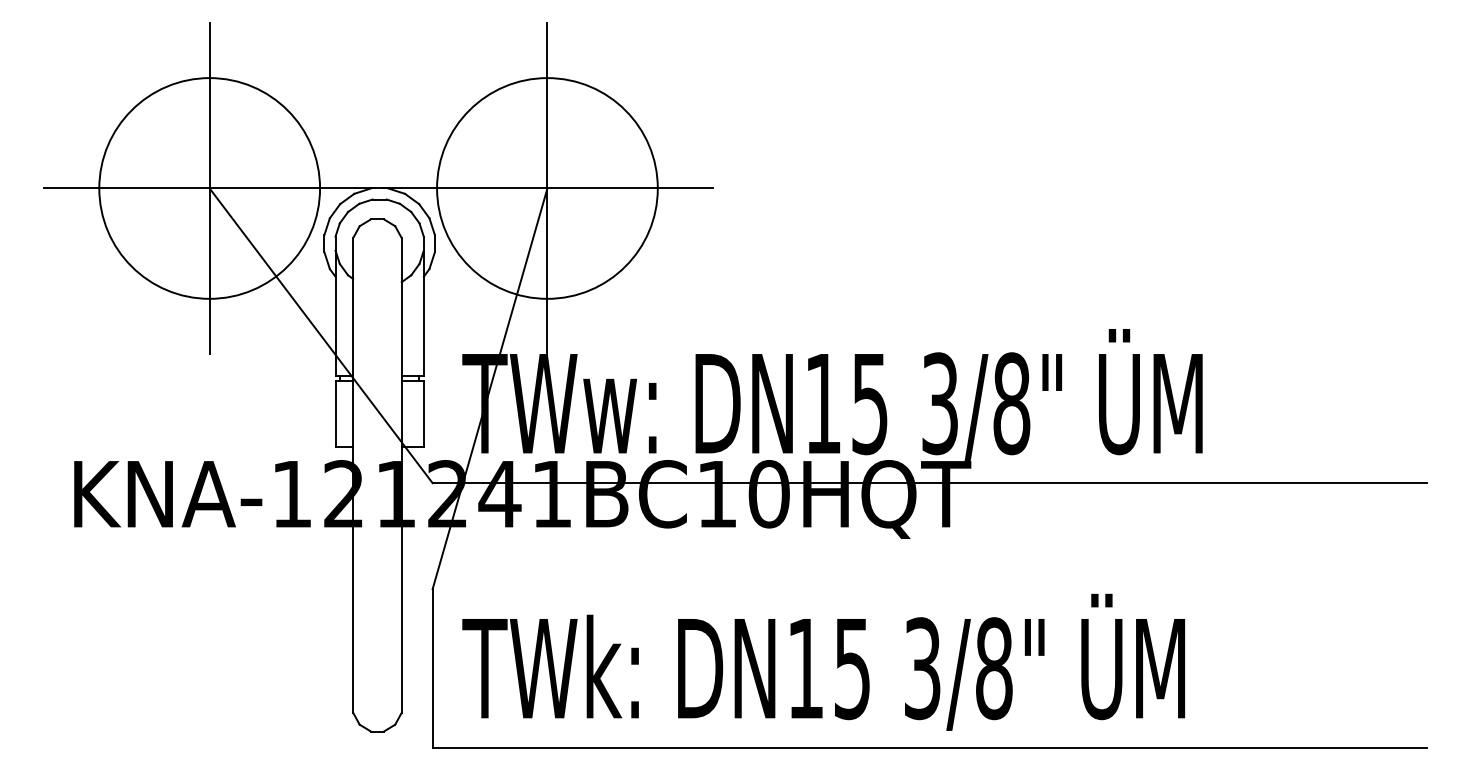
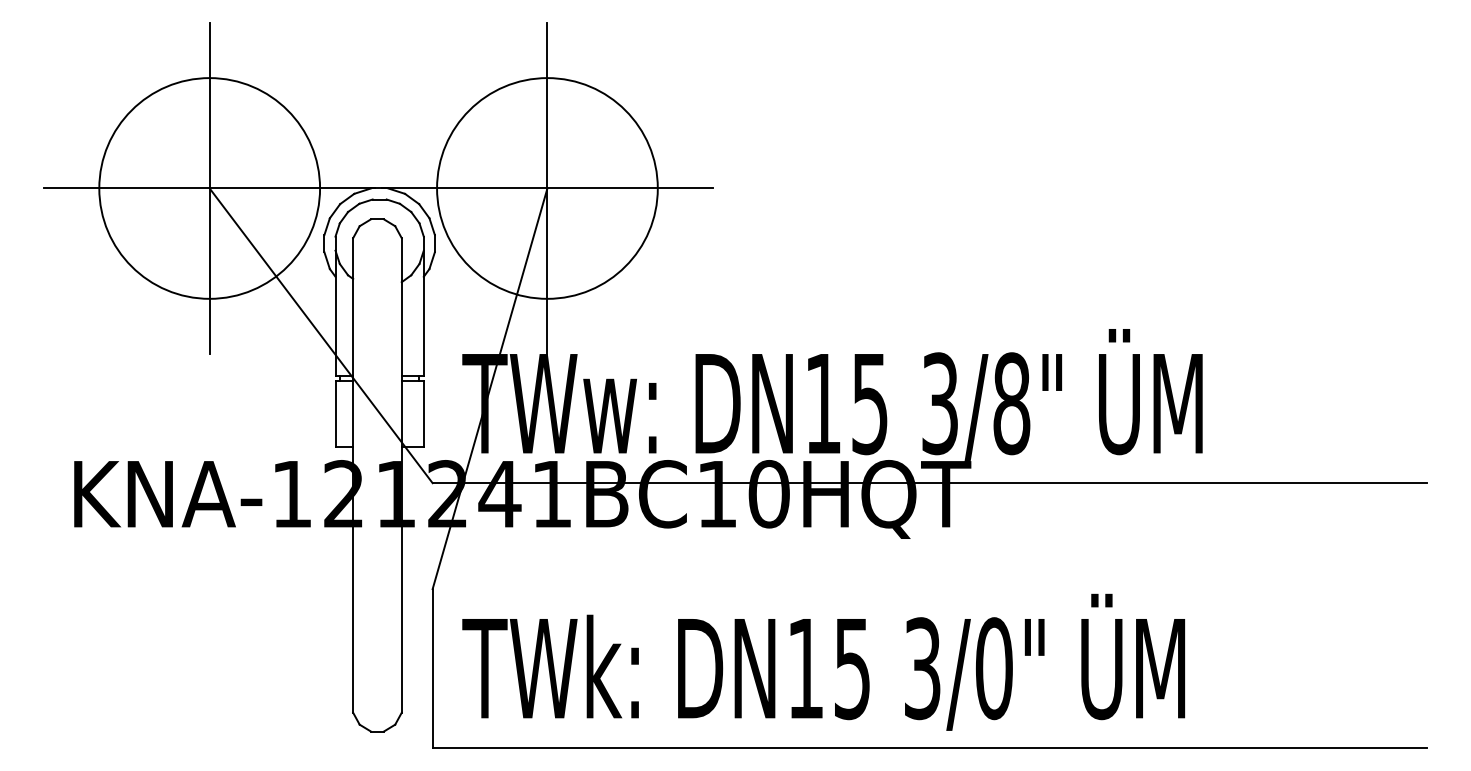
text at (993, 668): 3/8" -> 3/0"
